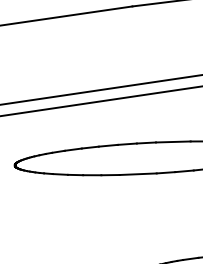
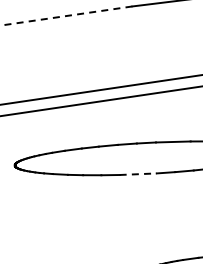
line at (66, 16): solid -> dashed
line at (138, 174): solid -> dashed
